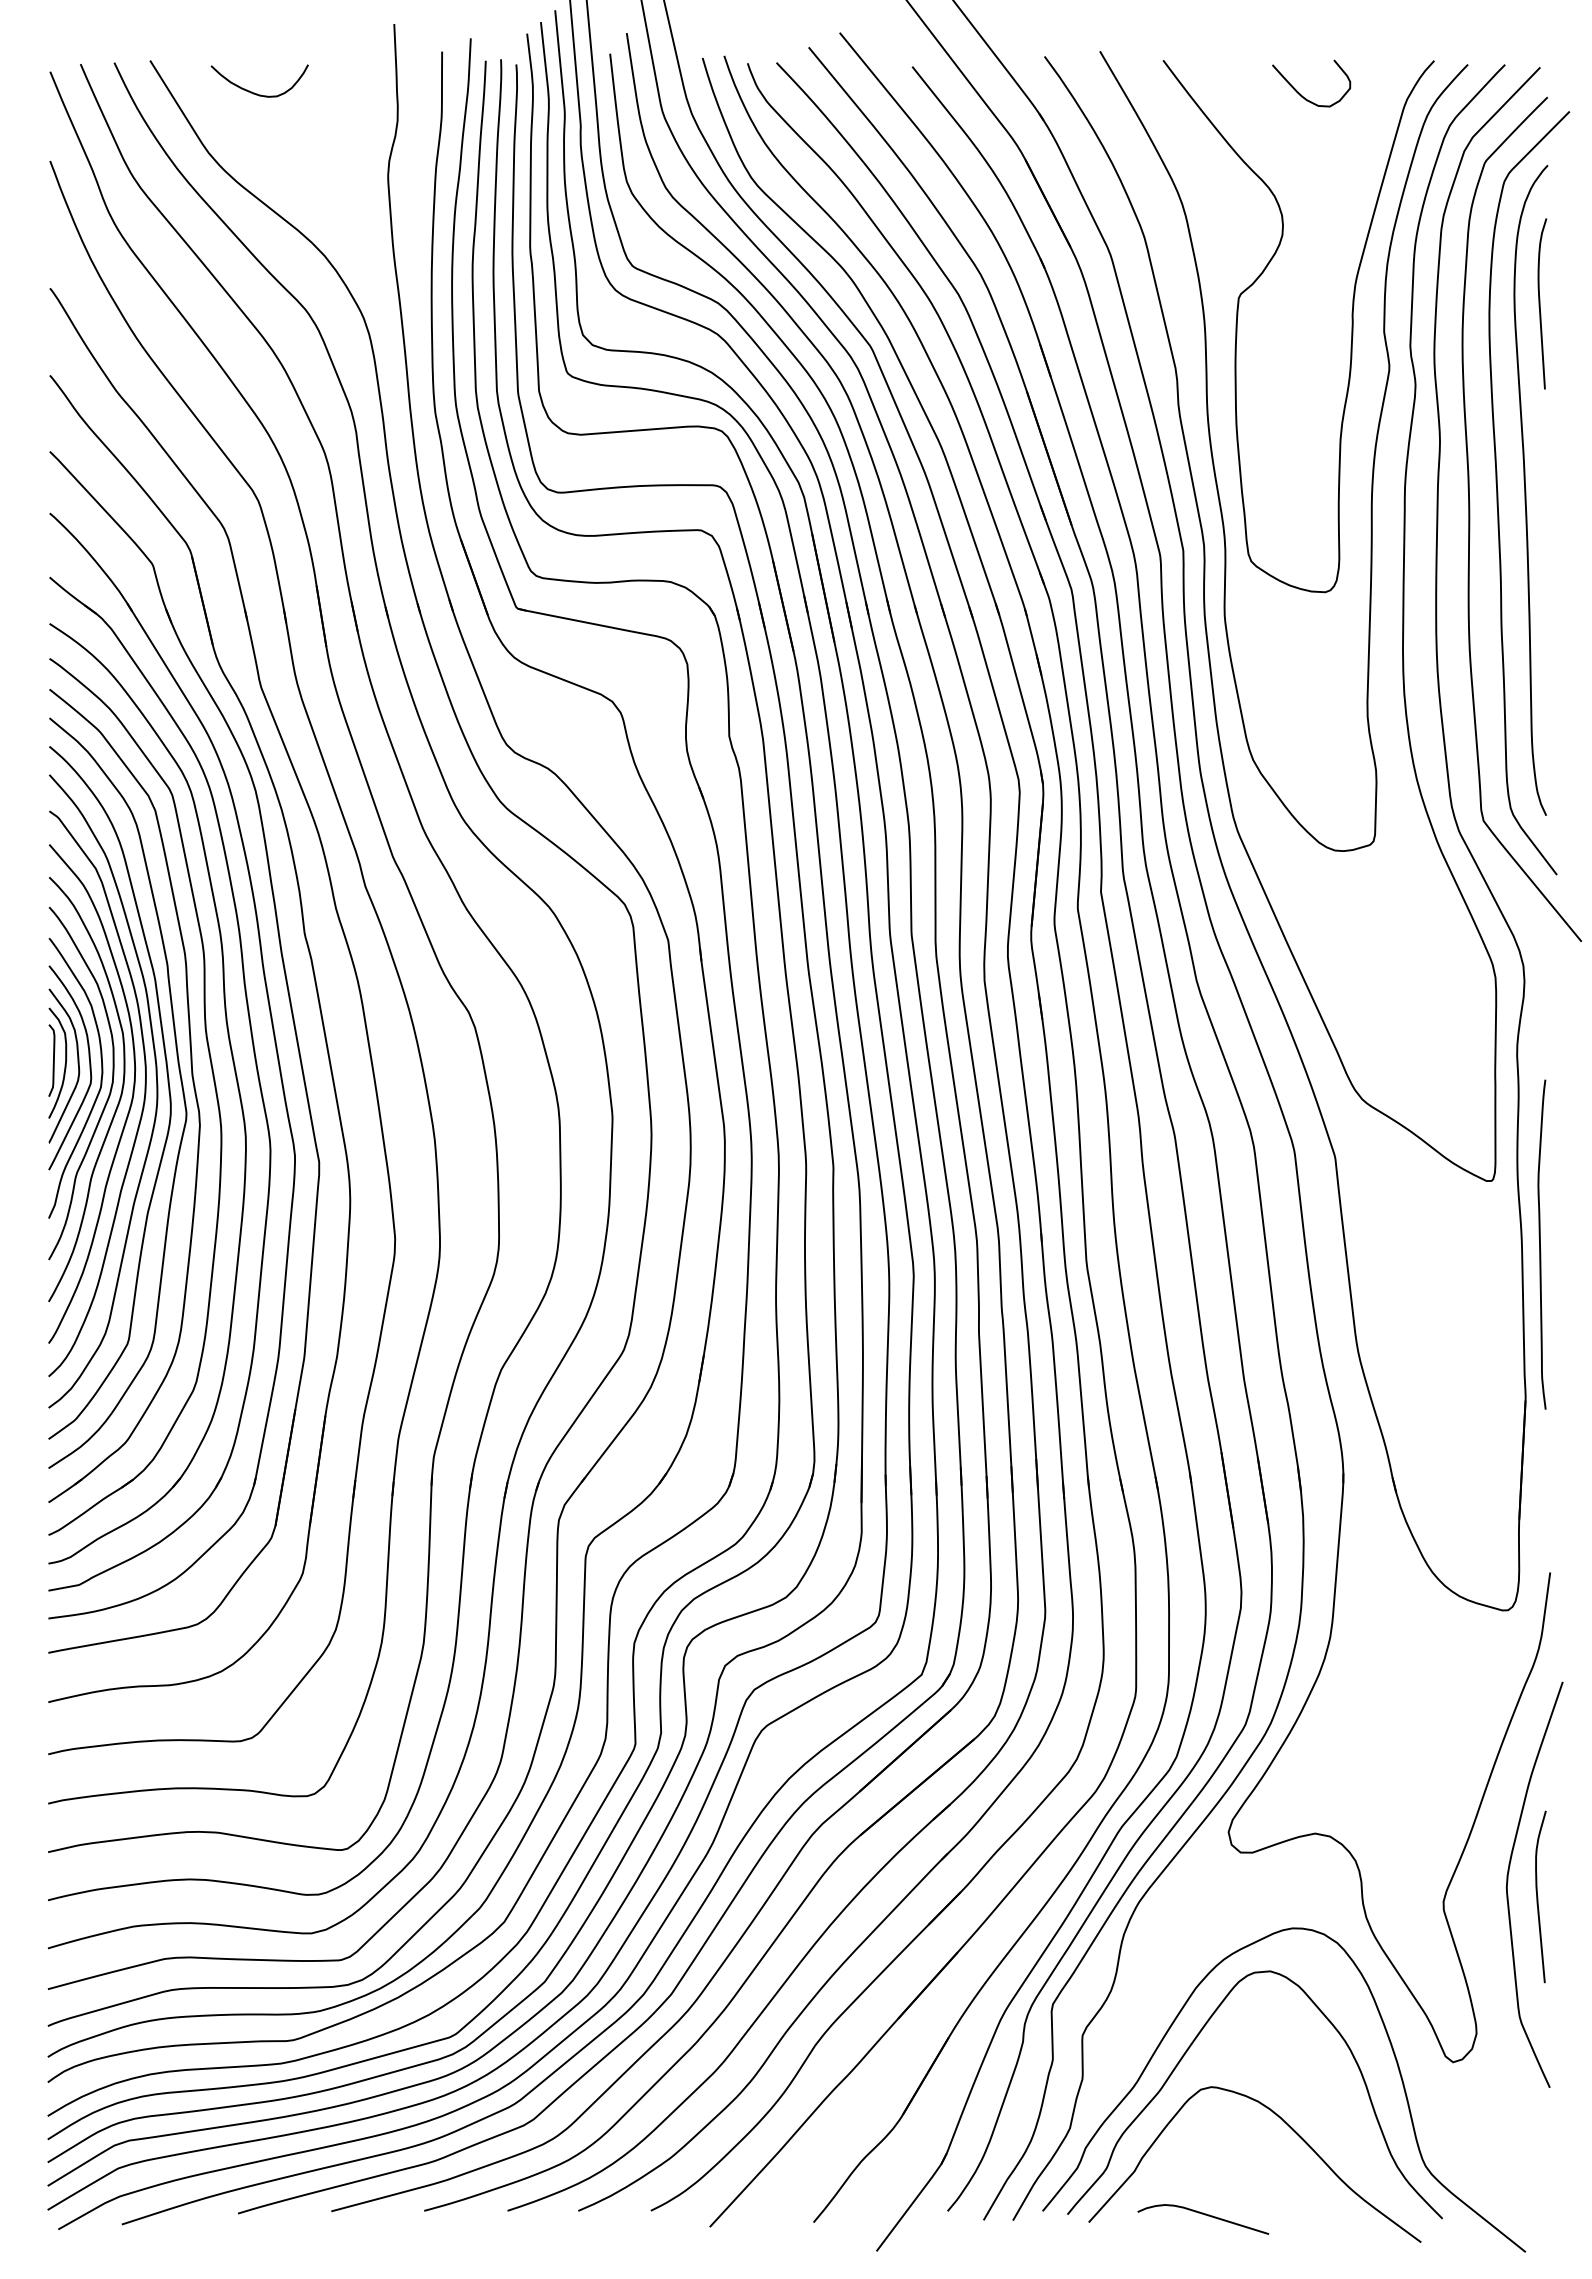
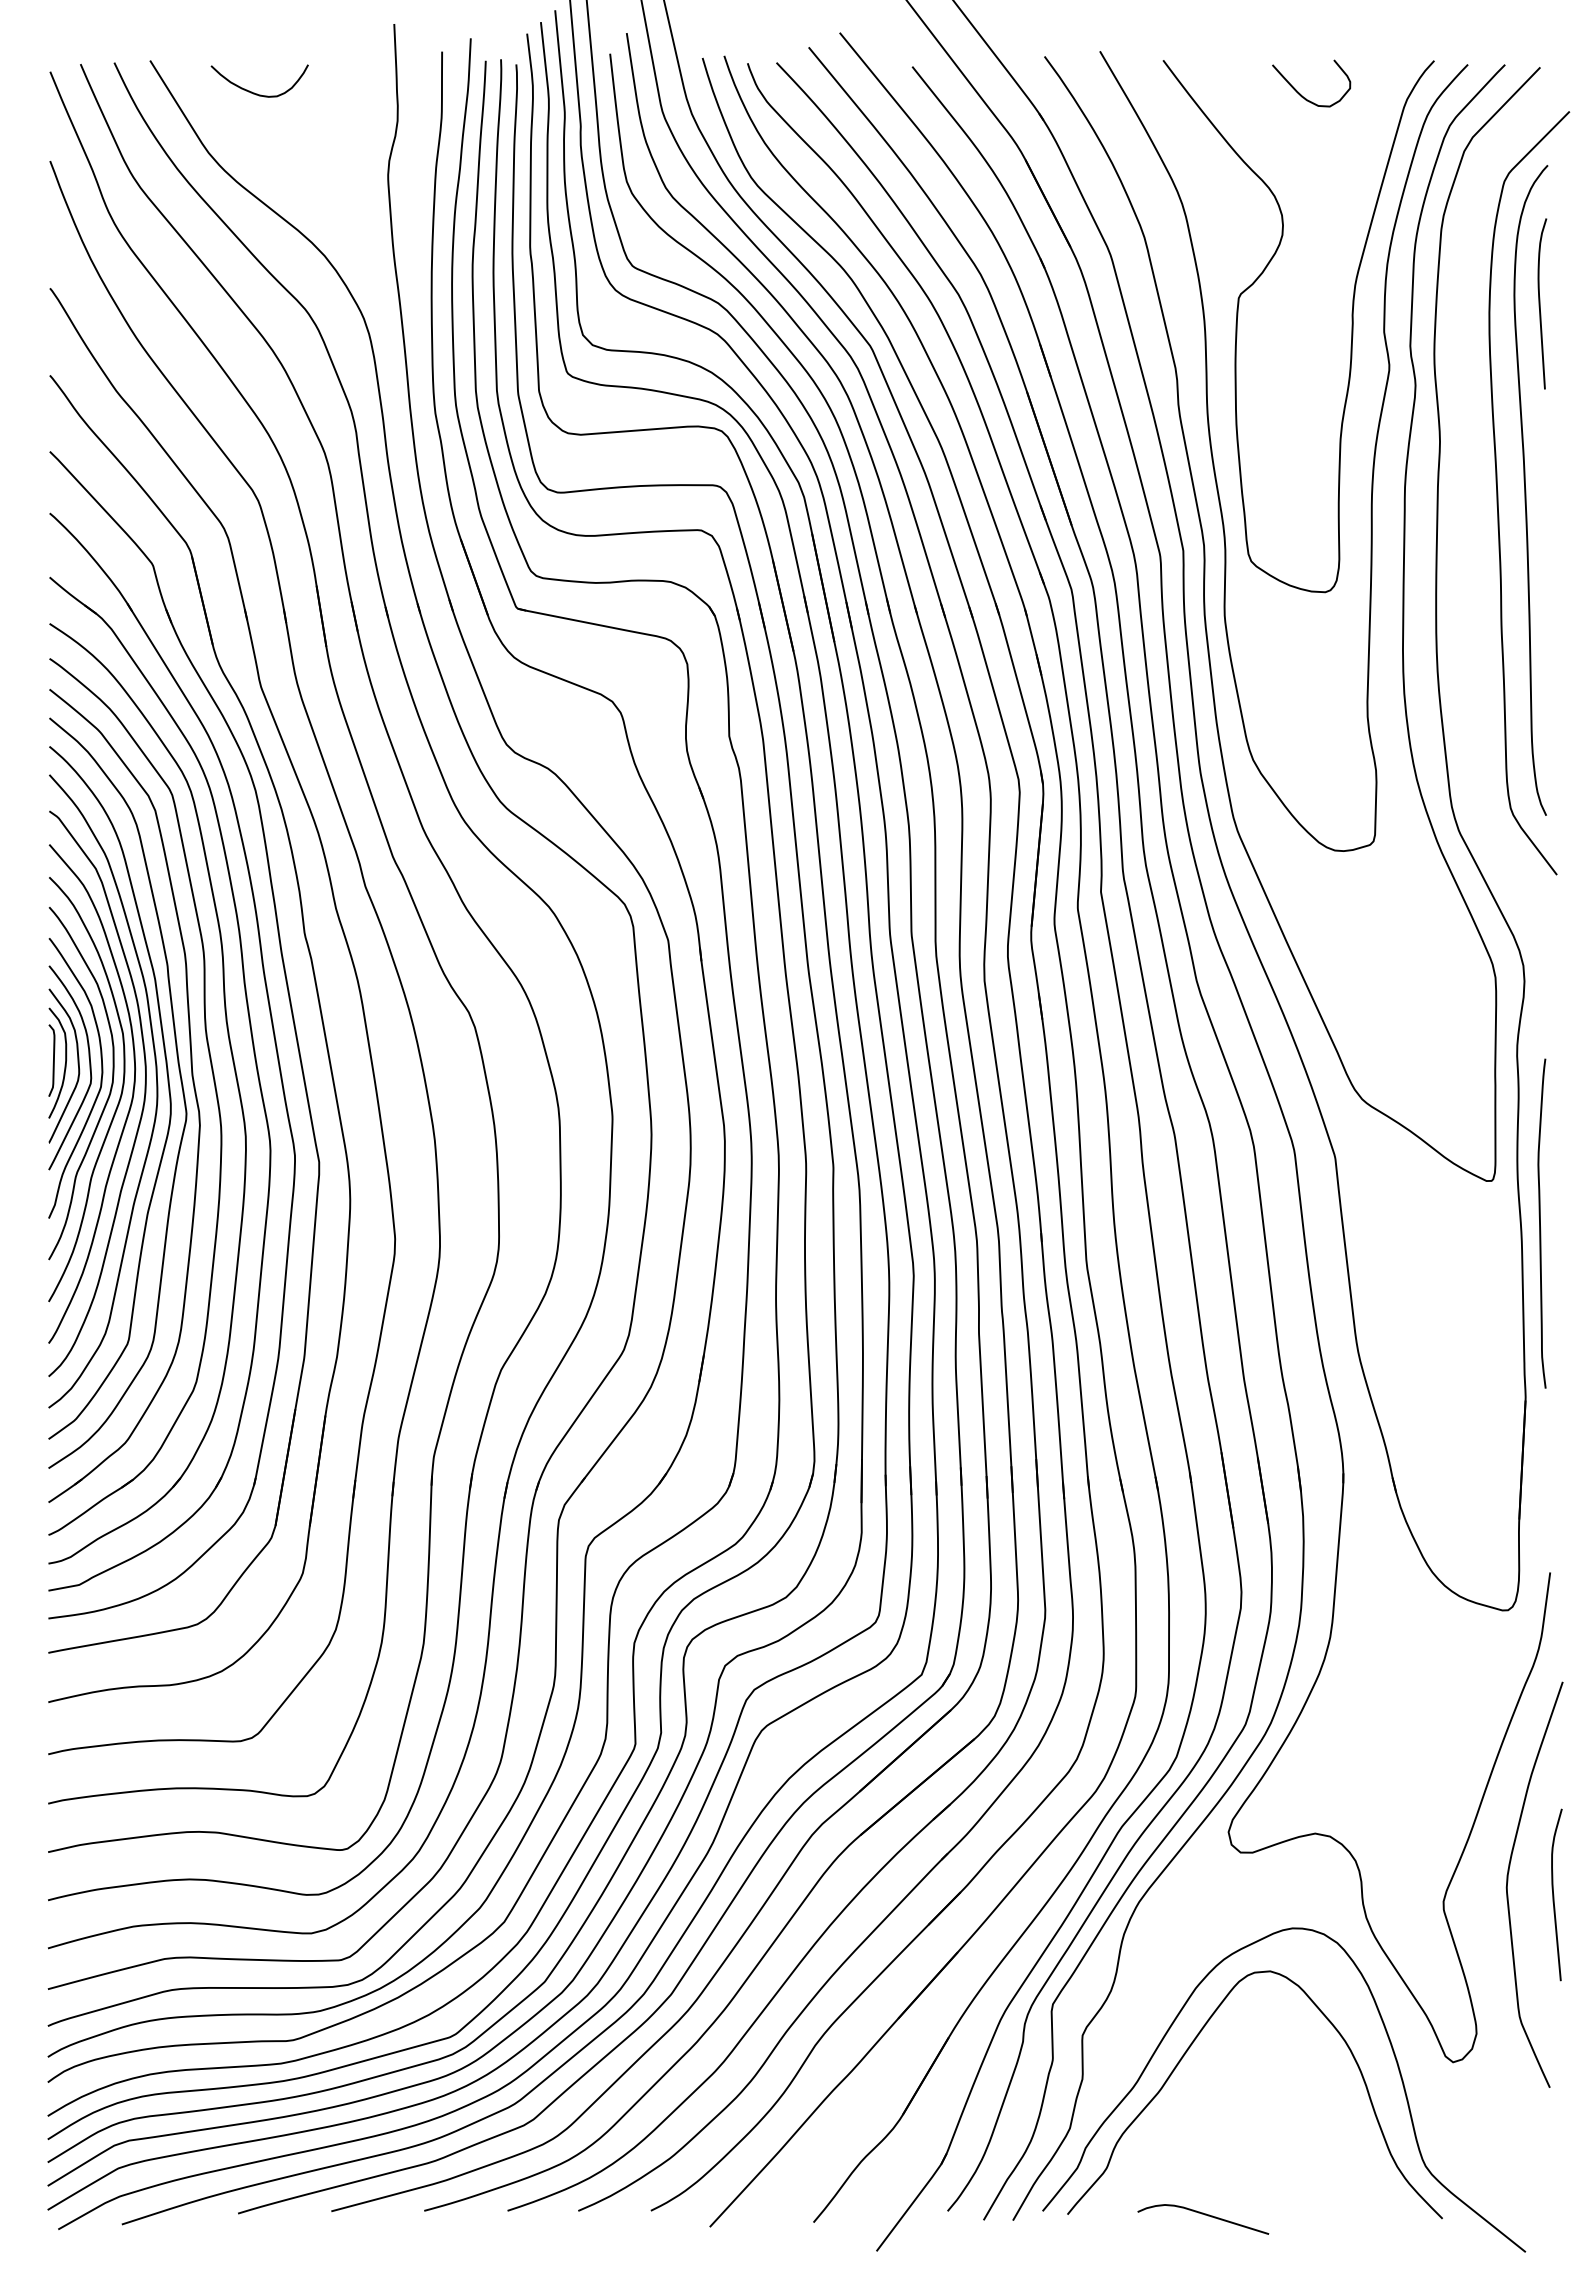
curve at (1470, 519): present -> none
curve at (1540, 1244) position: (1540, 1244) -> (1540, 1223)
curve at (1538, 1896) position: (1538, 1896) -> (1554, 1894)
curve at (1290, 2128): present -> none
